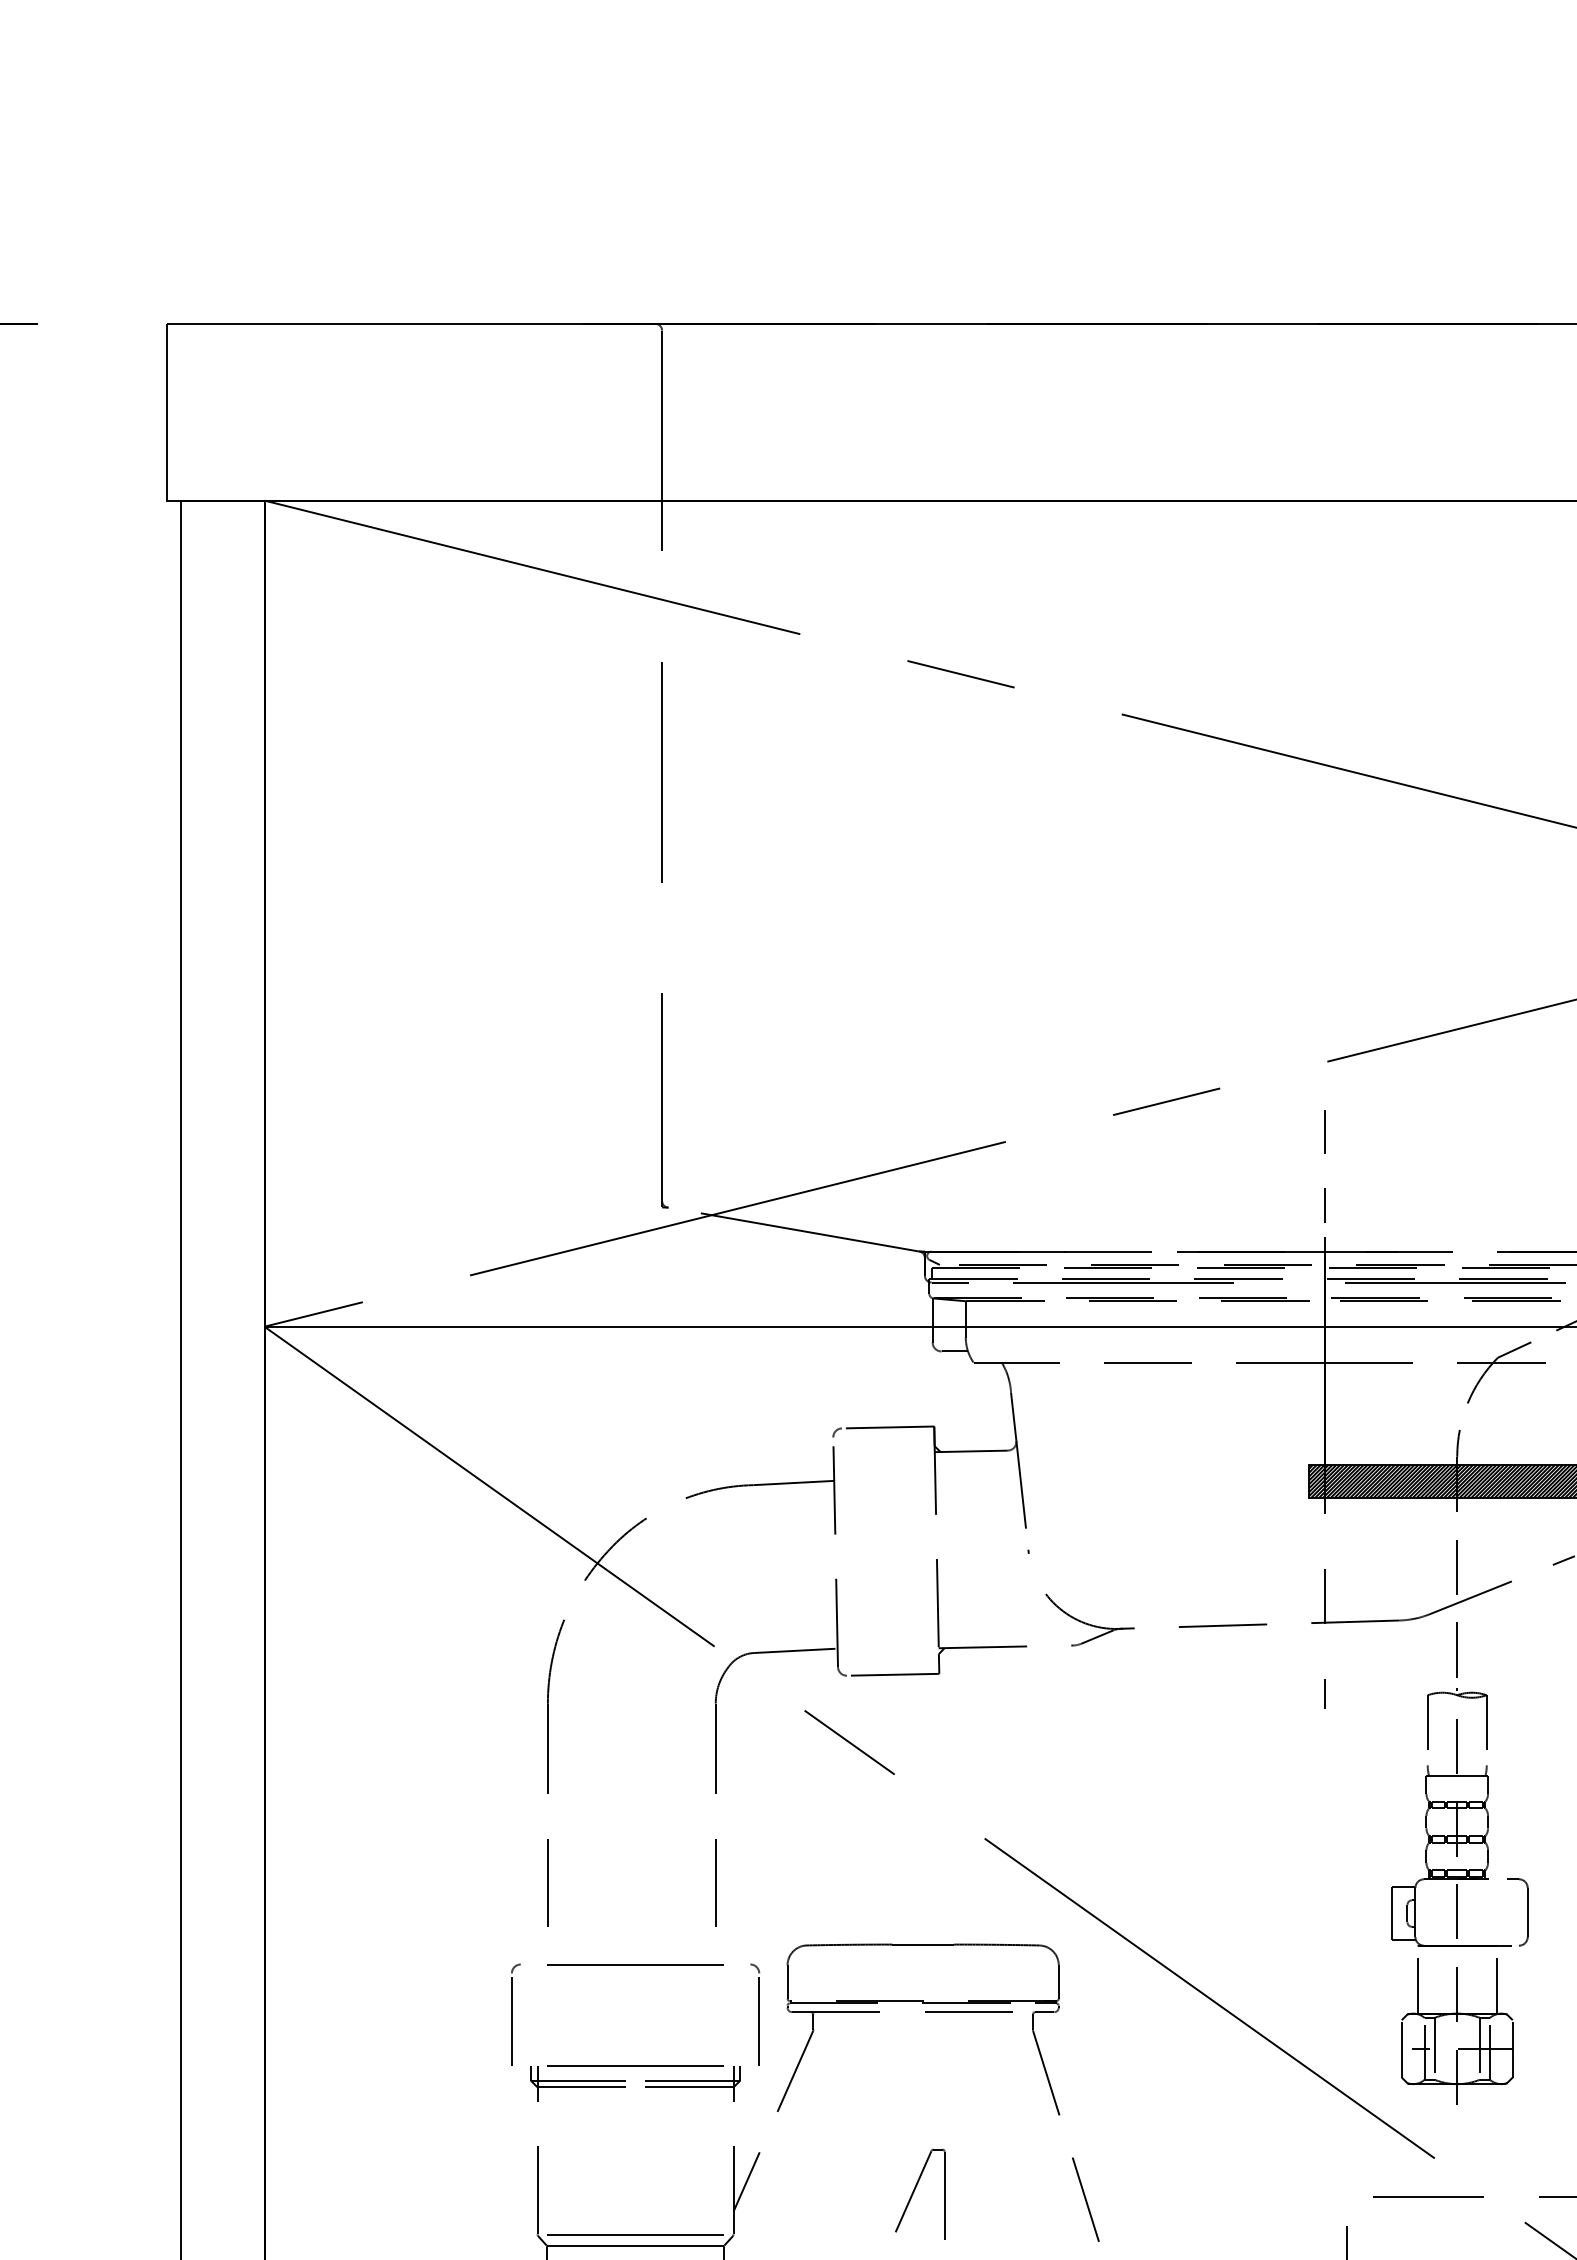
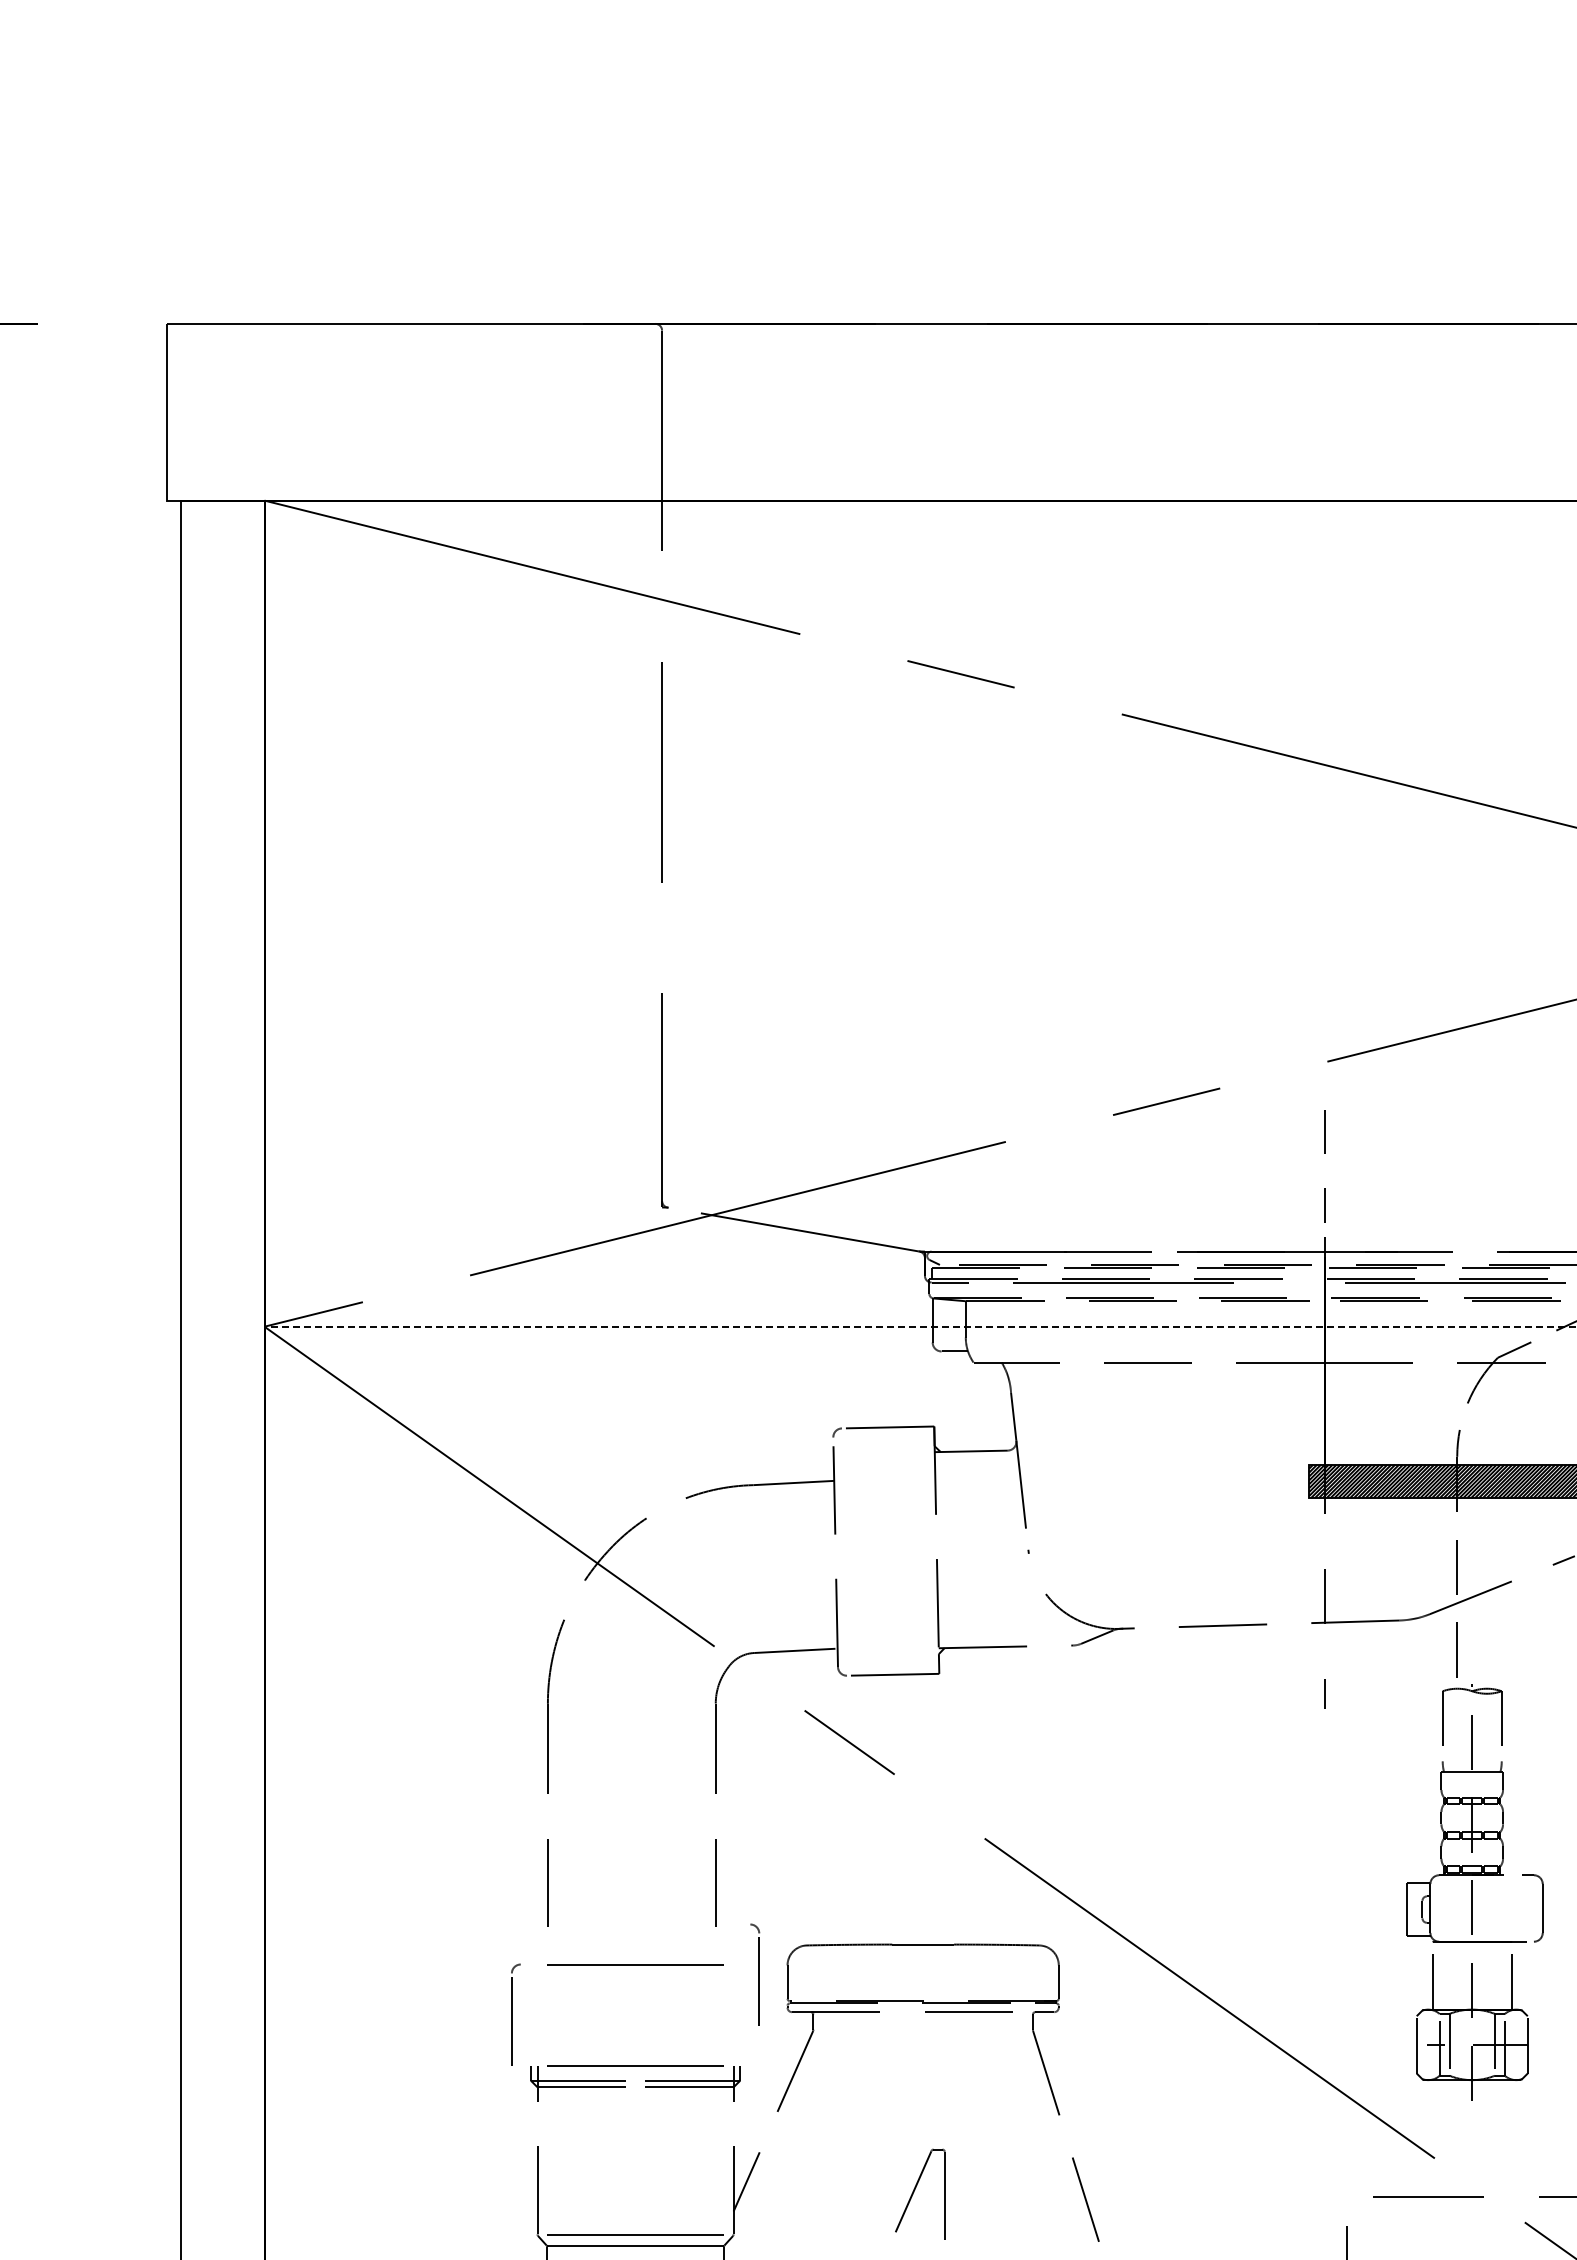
line at (920, 1326): solid -> dashed
part at (1459, 1896) position: (1459, 1896) -> (1474, 1892)
part at (755, 2014) position: (755, 2014) -> (755, 1974)
